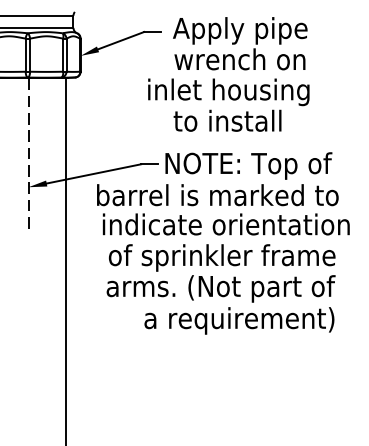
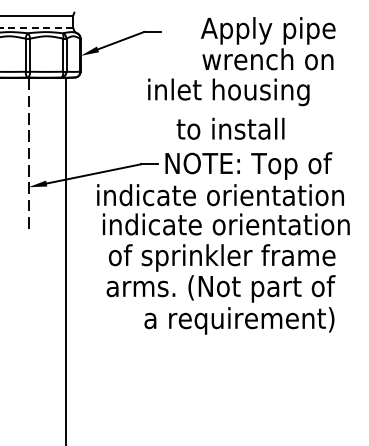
line at (36, 27): solid -> dashed
text at (240, 43) position: (240, 43) -> (268, 43)
text at (227, 120) position: (227, 120) -> (230, 128)
text at (220, 195): barrel is marked to -> indicate orientation
